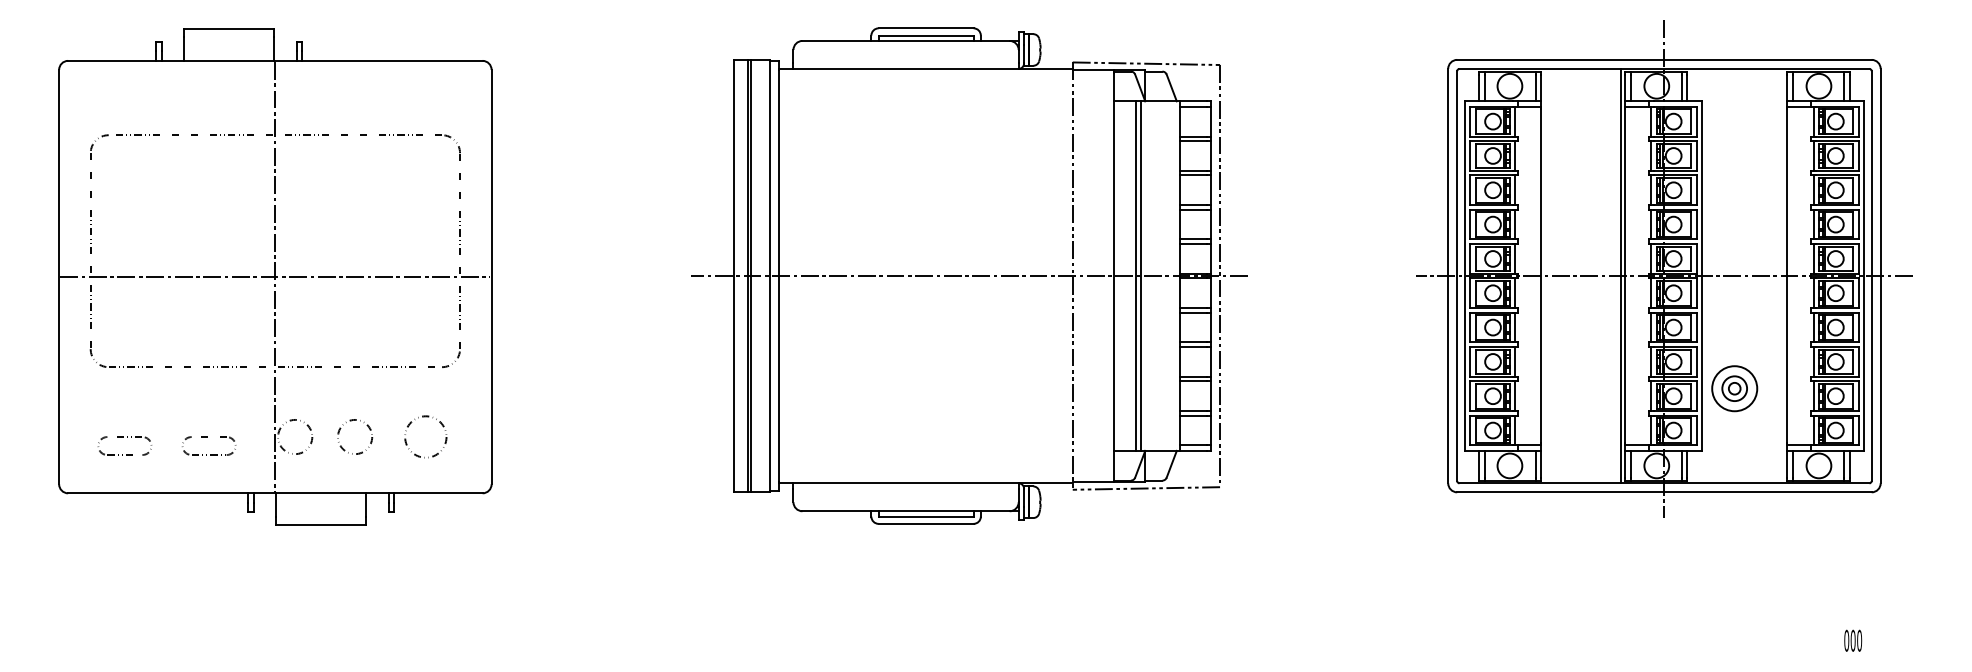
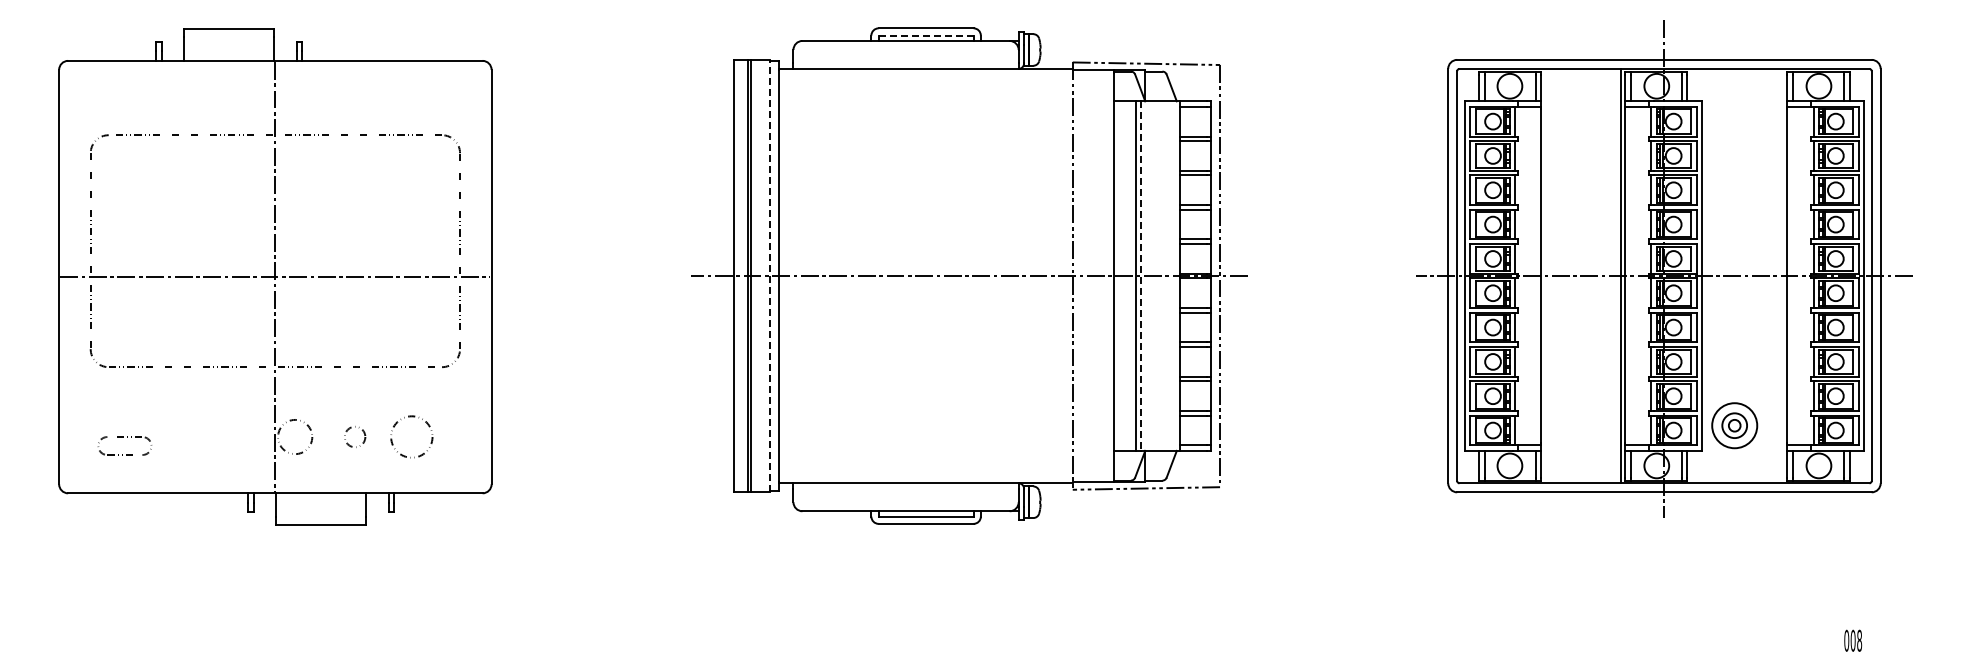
line at (926, 35): solid -> dashed
line at (769, 275): solid -> dashed
line at (1140, 276): solid -> dashed
part at (1734, 388) position: (1734, 388) -> (1734, 425)
circle at (355, 436) diameter: 34 px -> 21 px
circle at (425, 436) position: (425, 436) -> (411, 436)
part at (207, 437): present -> none
text at (1859, 640): 000 -> 008
